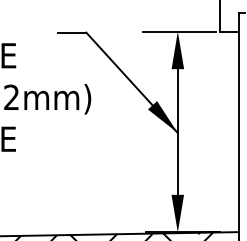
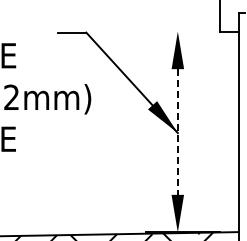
line at (179, 31): present -> none
line at (177, 132): solid -> dashed
